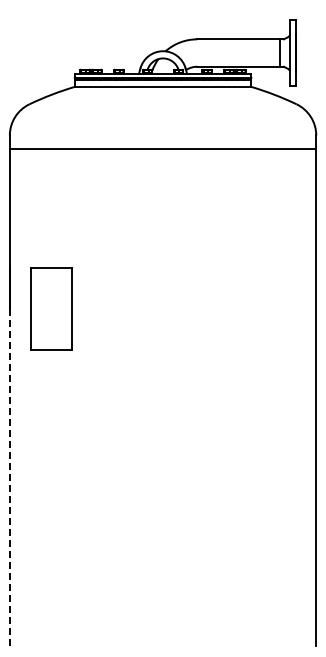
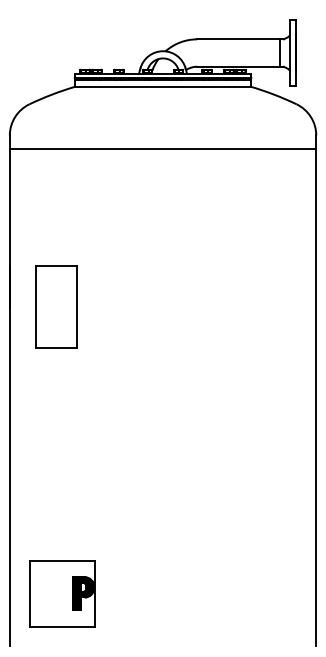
part at (51, 308) position: (51, 308) -> (56, 306)
line at (9, 477): dashed -> solid
part at (62, 593): none -> present
